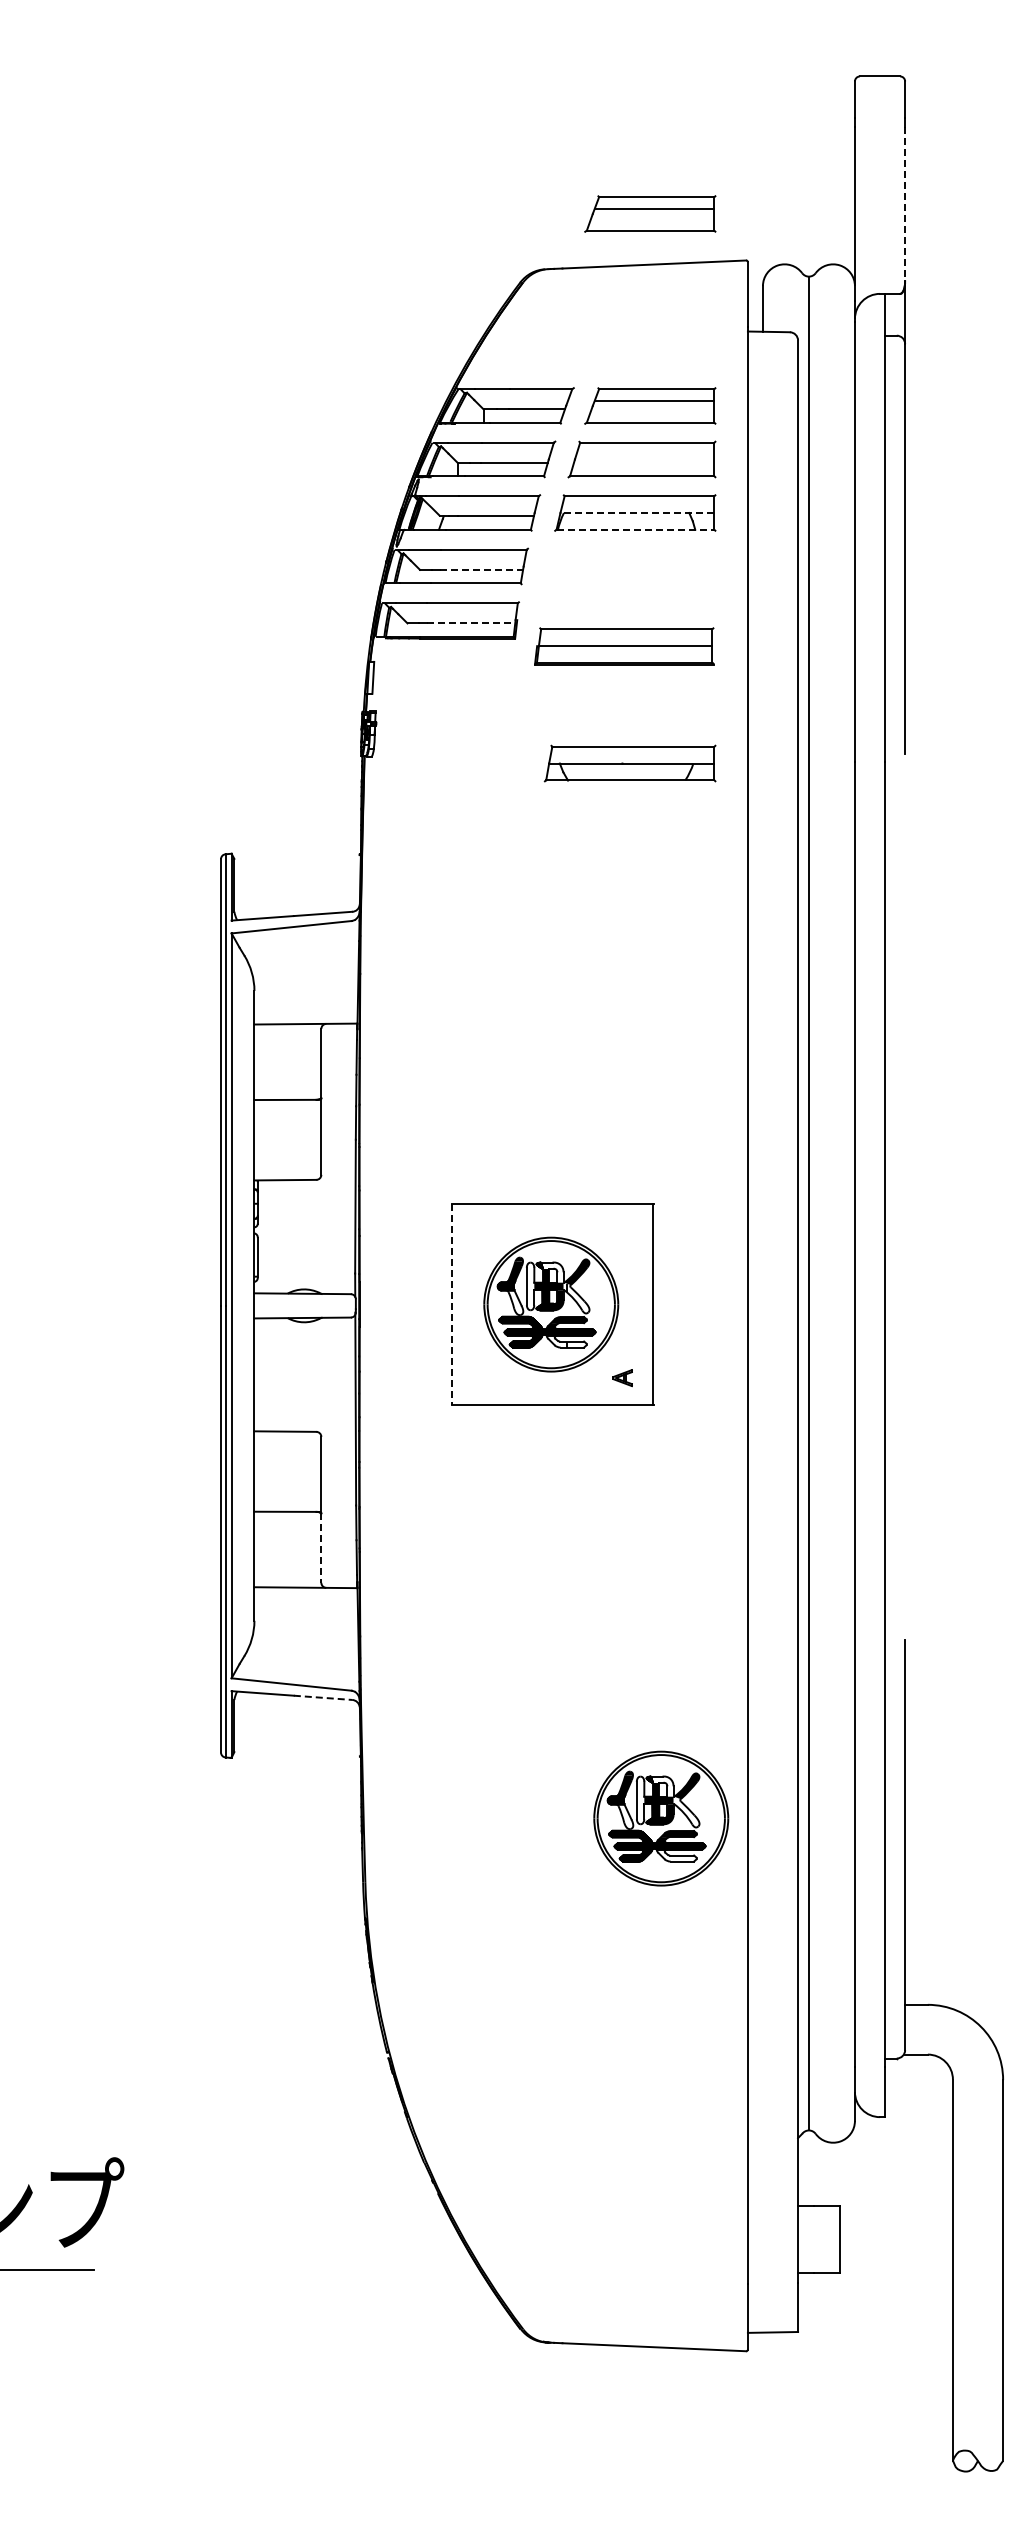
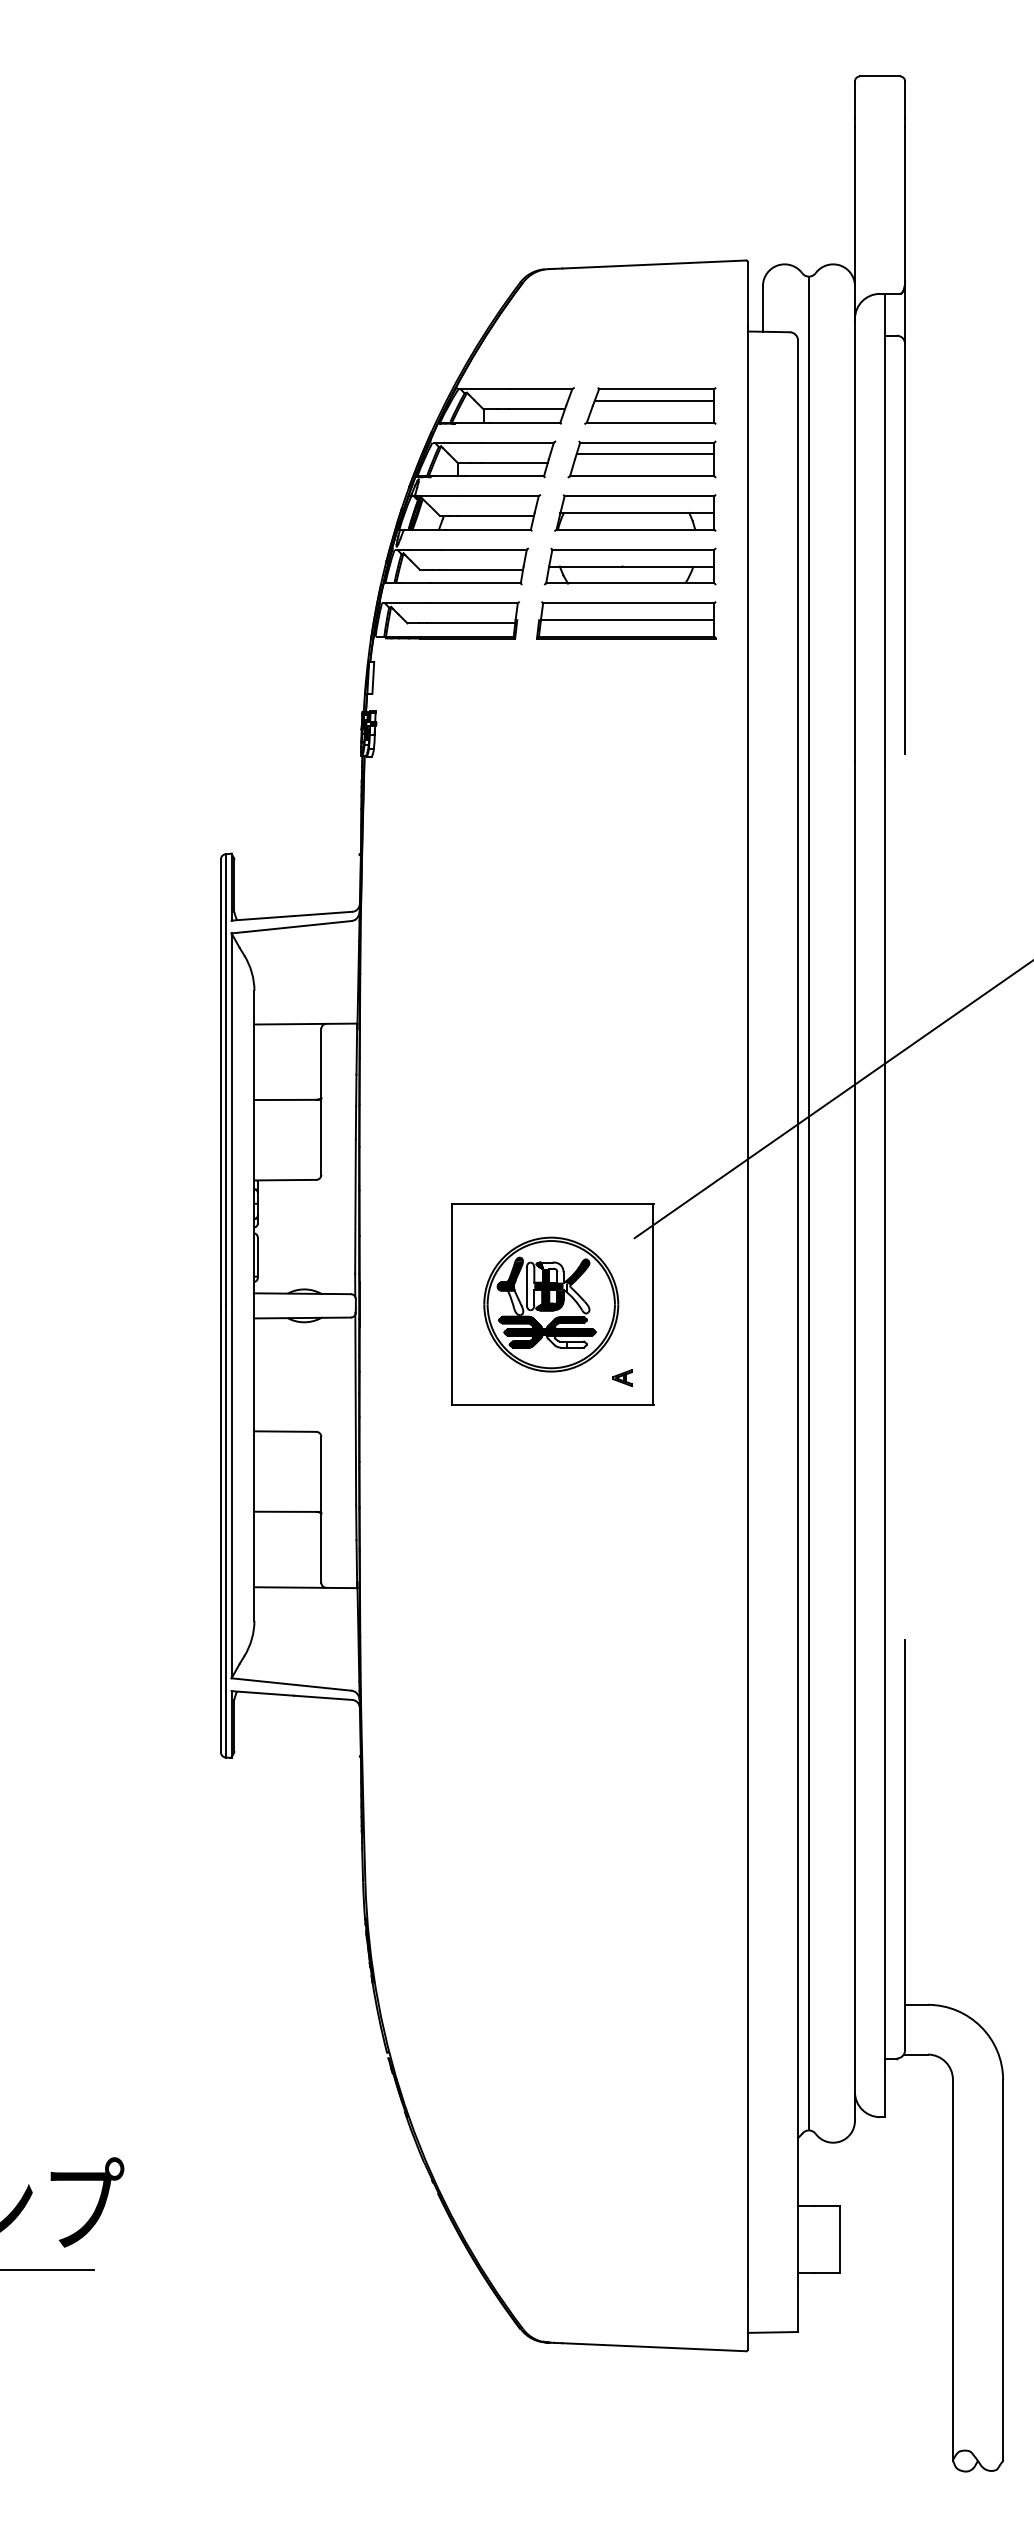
line at (905, 204): dashed -> solid
part at (650, 213): present -> none
line at (645, 454): none -> present
line at (637, 513): dashed -> solid
line at (635, 529): dashed -> solid
line at (481, 569): dashed -> solid
line at (471, 623): dashed -> solid
part at (624, 646) position: (624, 646) -> (626, 620)
part at (629, 763) position: (629, 763) -> (629, 566)
line at (832, 1100): none -> present
line at (452, 1305): dashed -> solid
line at (321, 1548): dashed -> solid
line at (323, 1697): dashed -> solid
part at (661, 1818): present -> none
